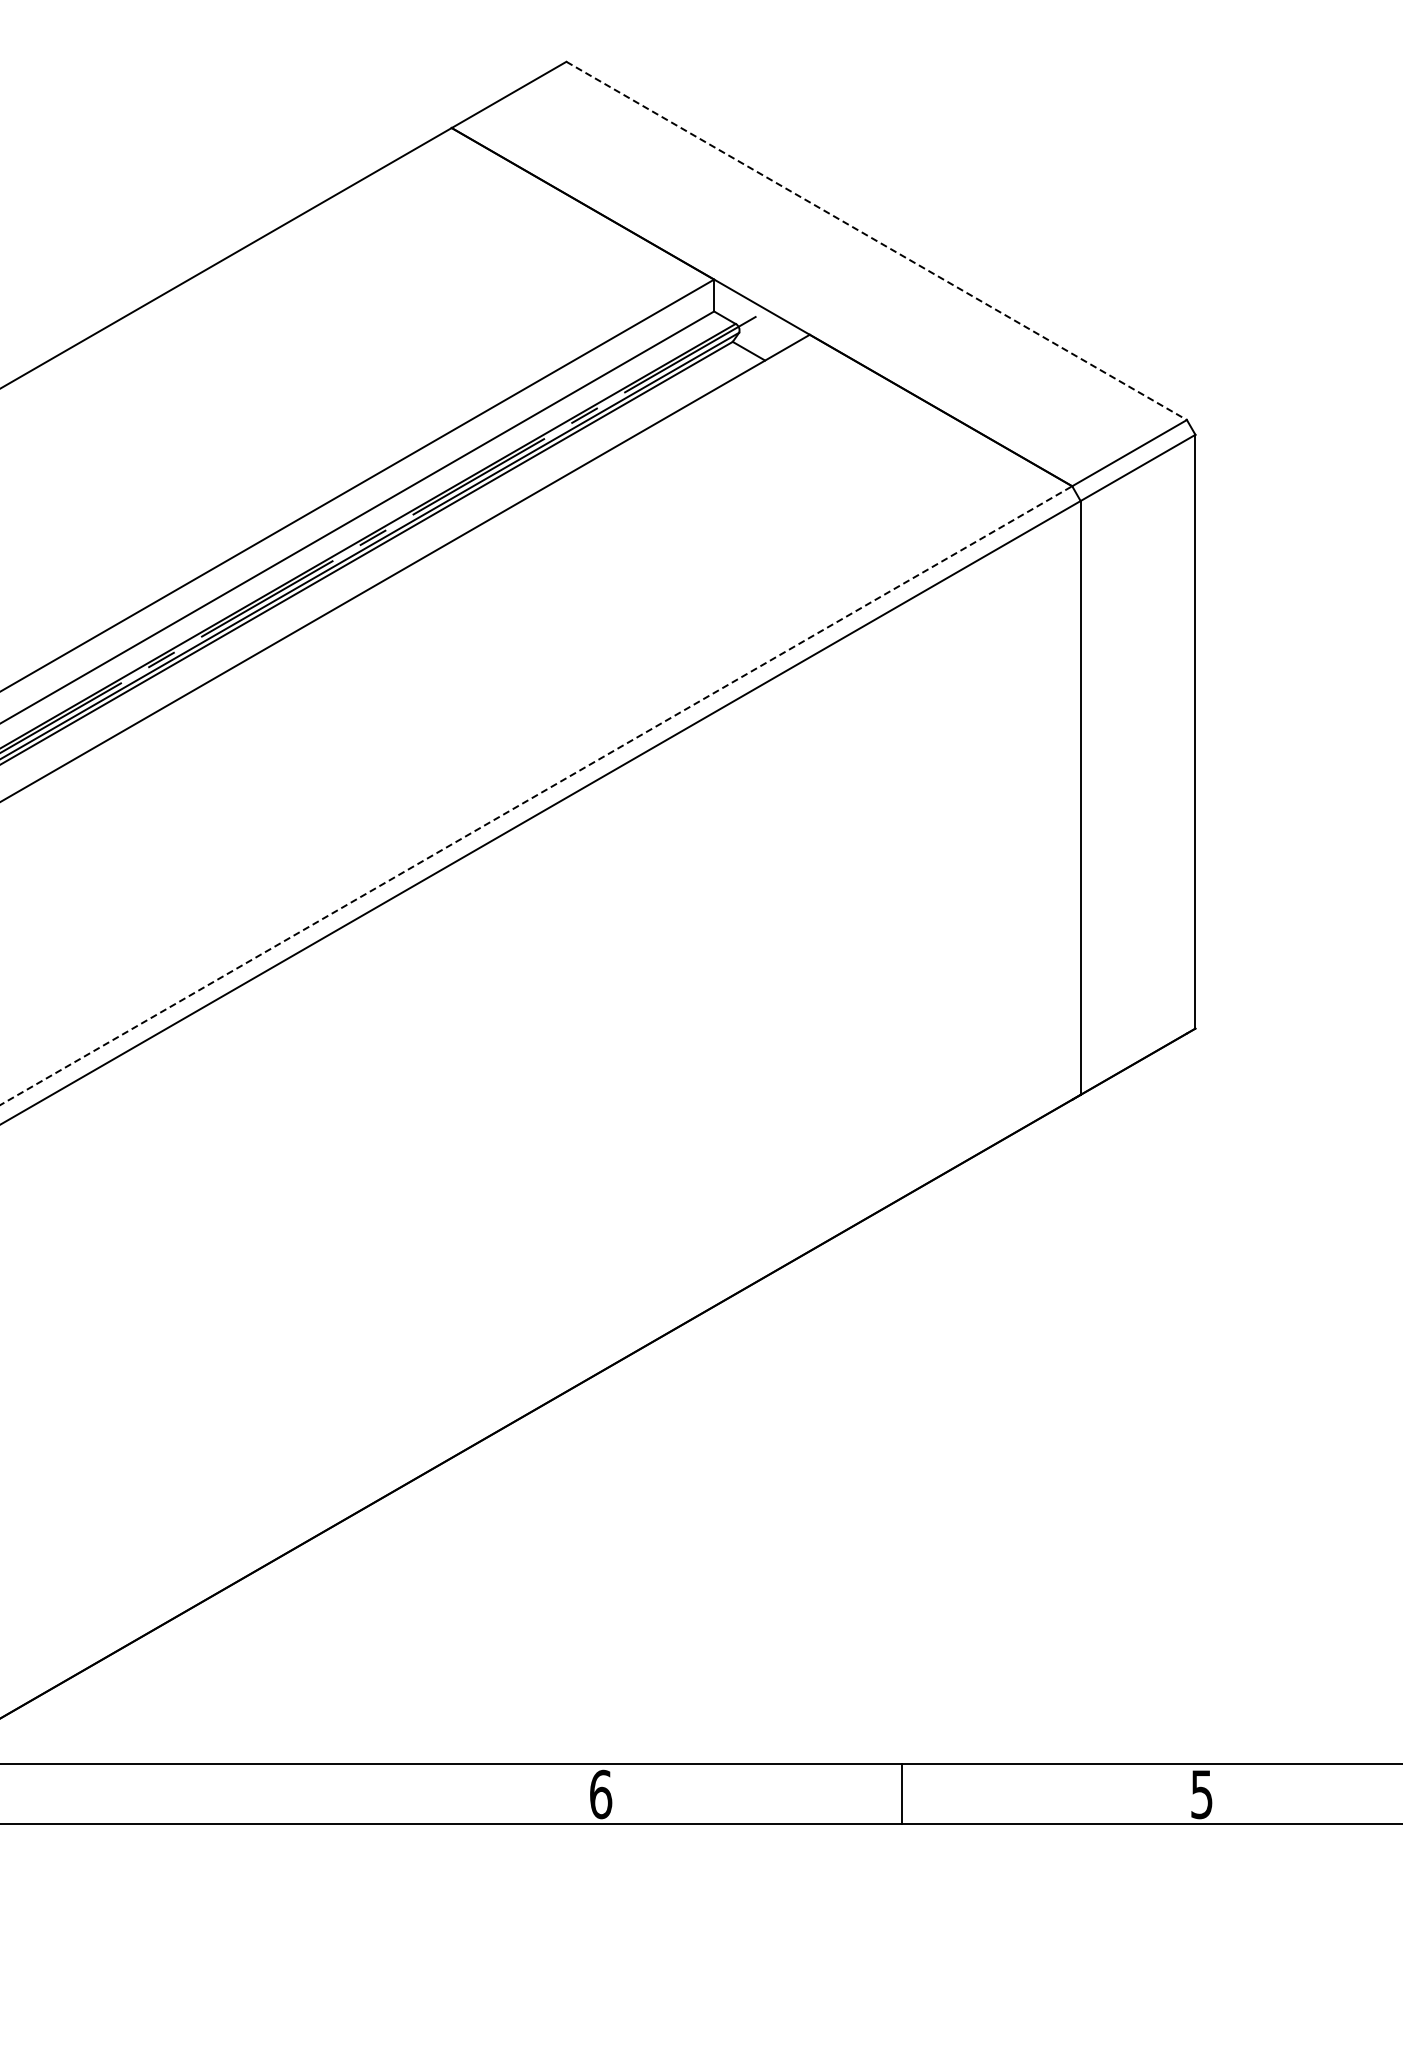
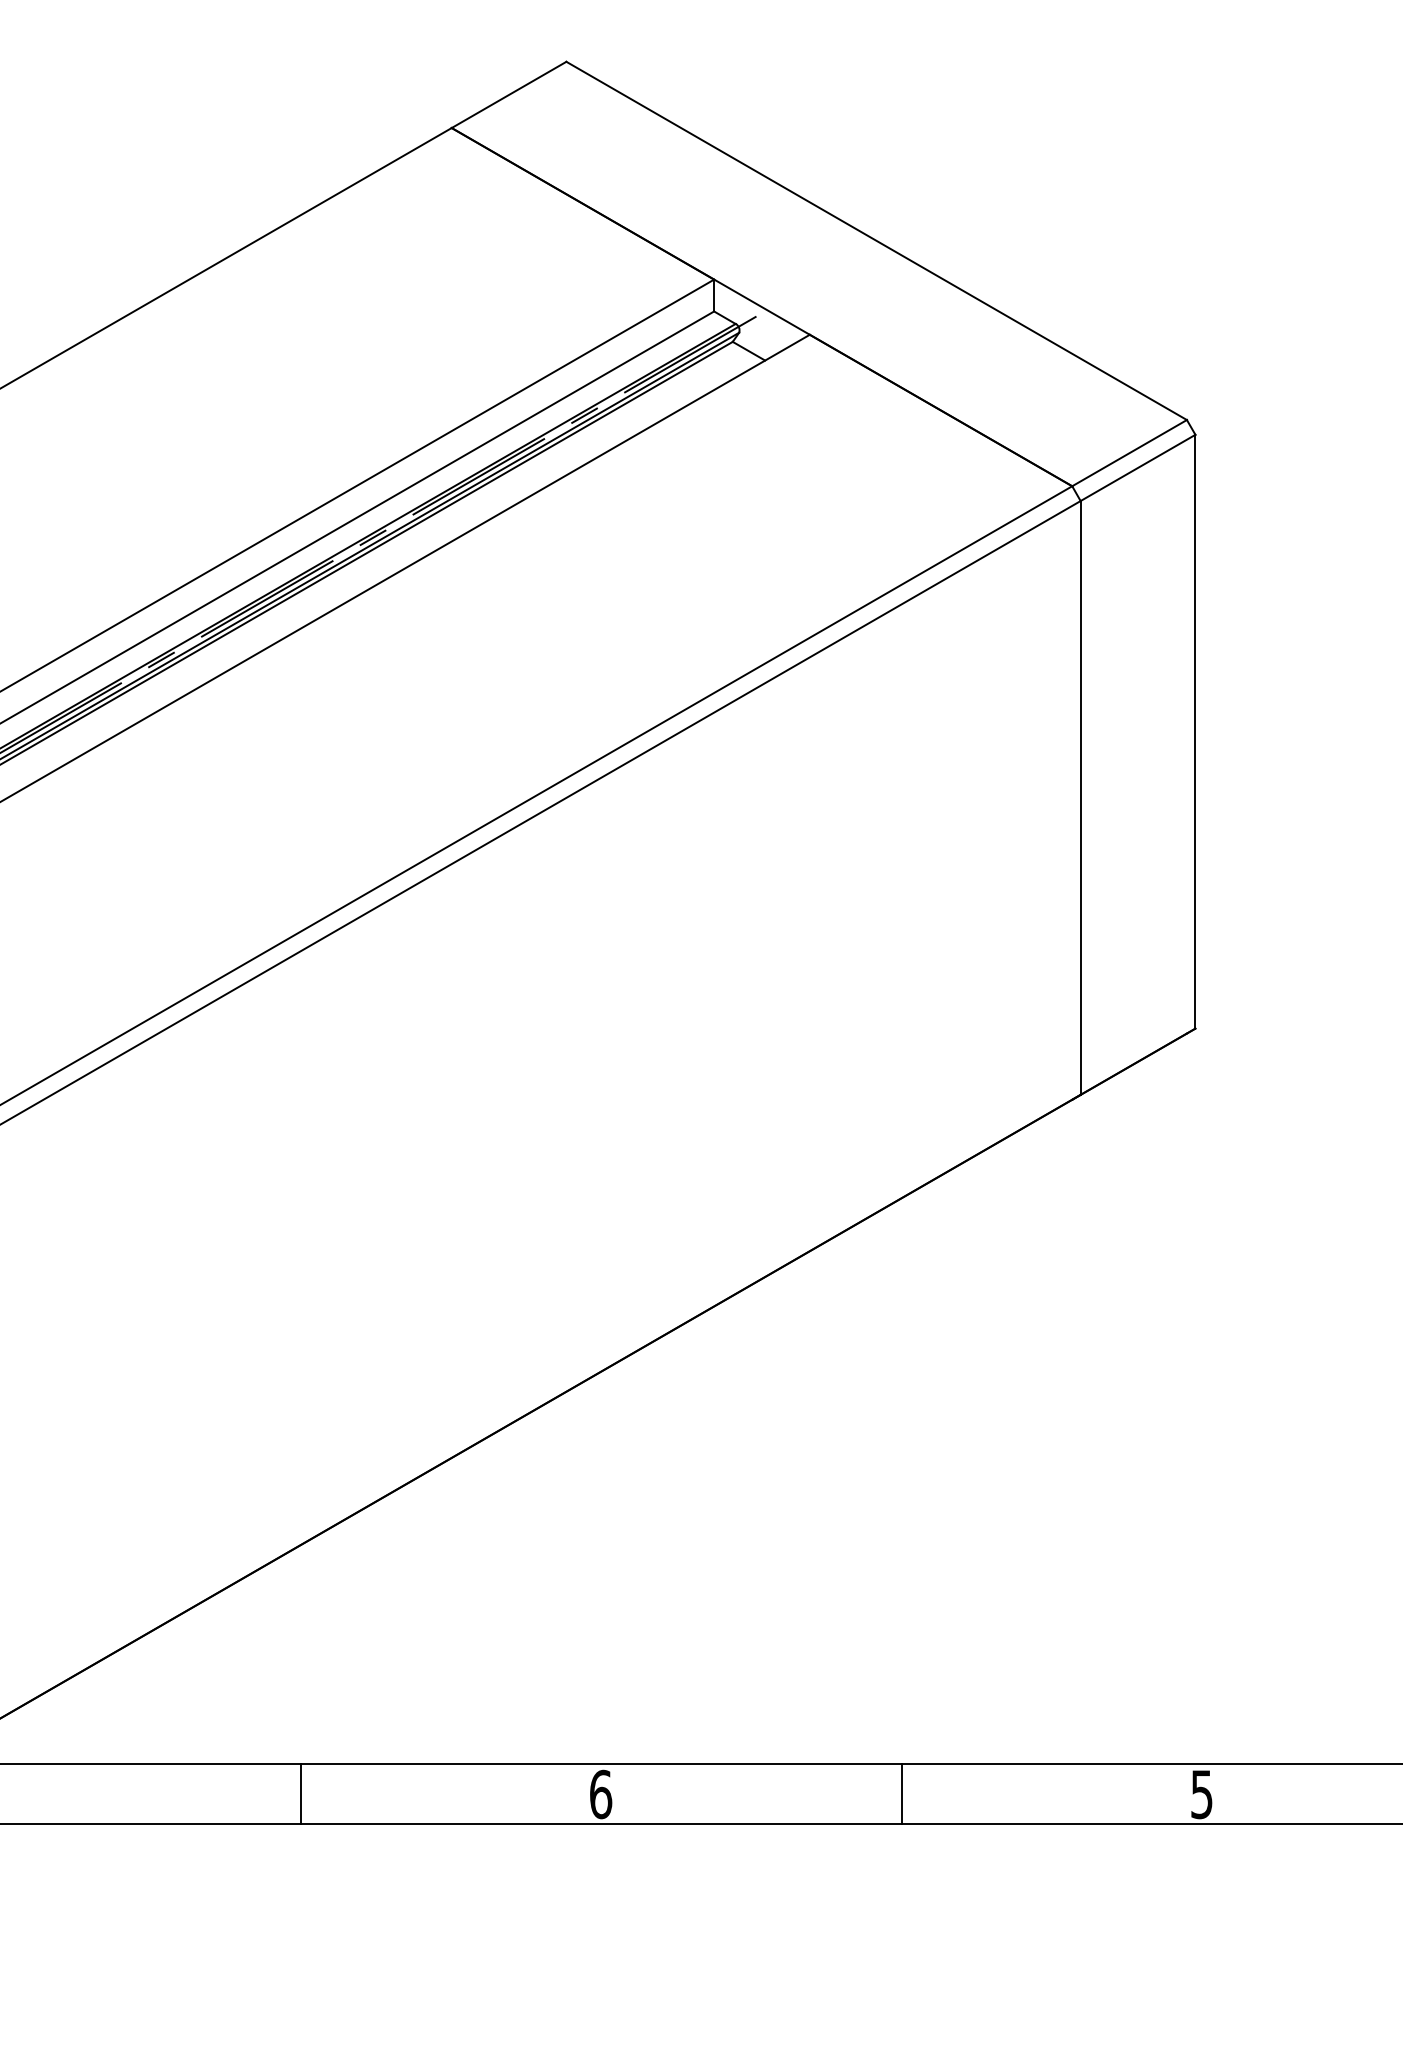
line at (877, 241): dashed -> solid
line at (536, 795): dashed -> solid
line at (301, 1794): none -> present
